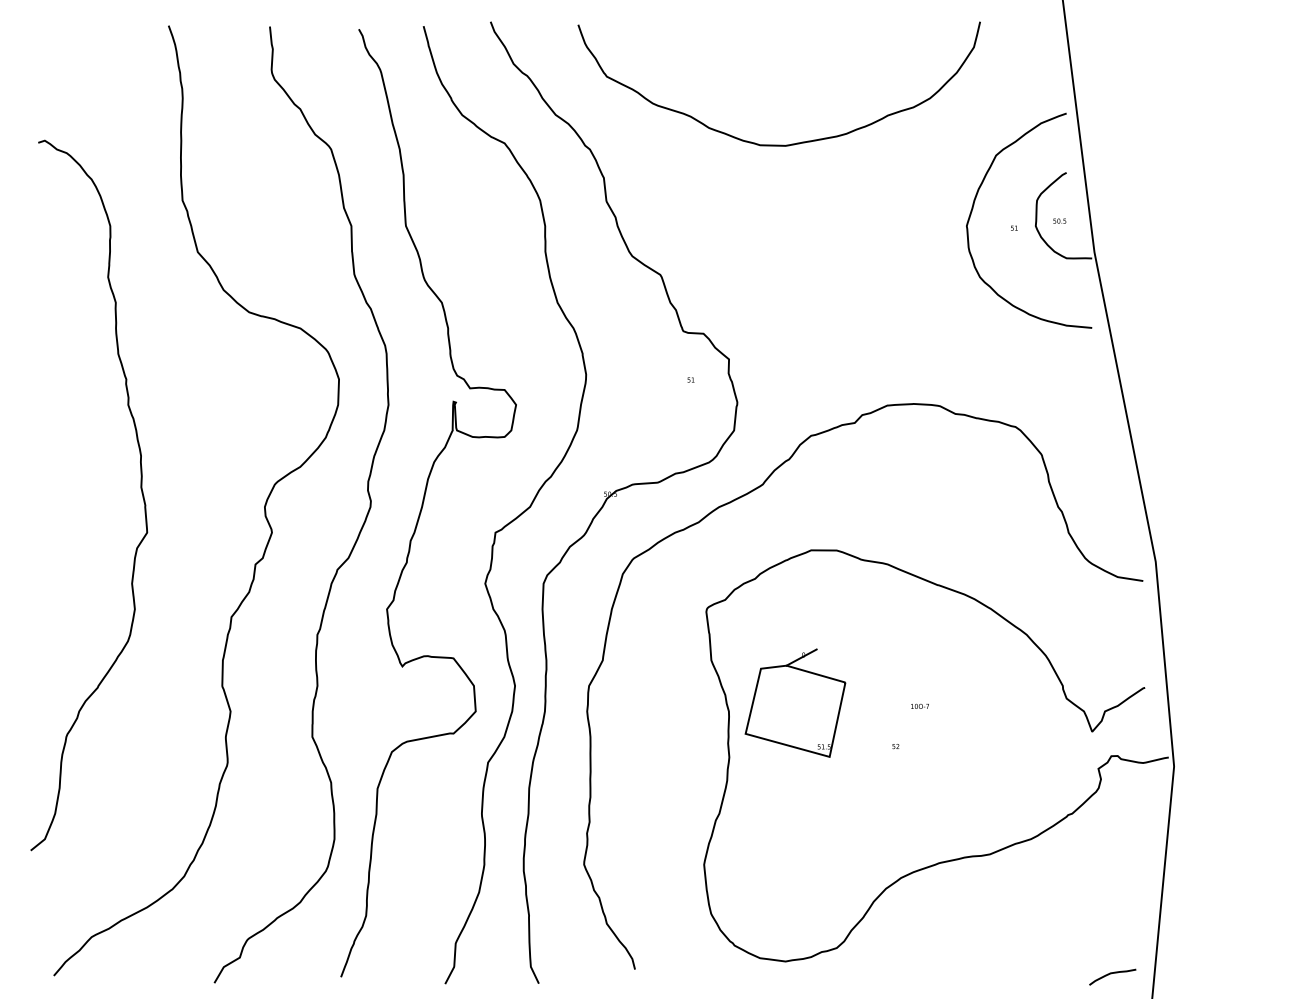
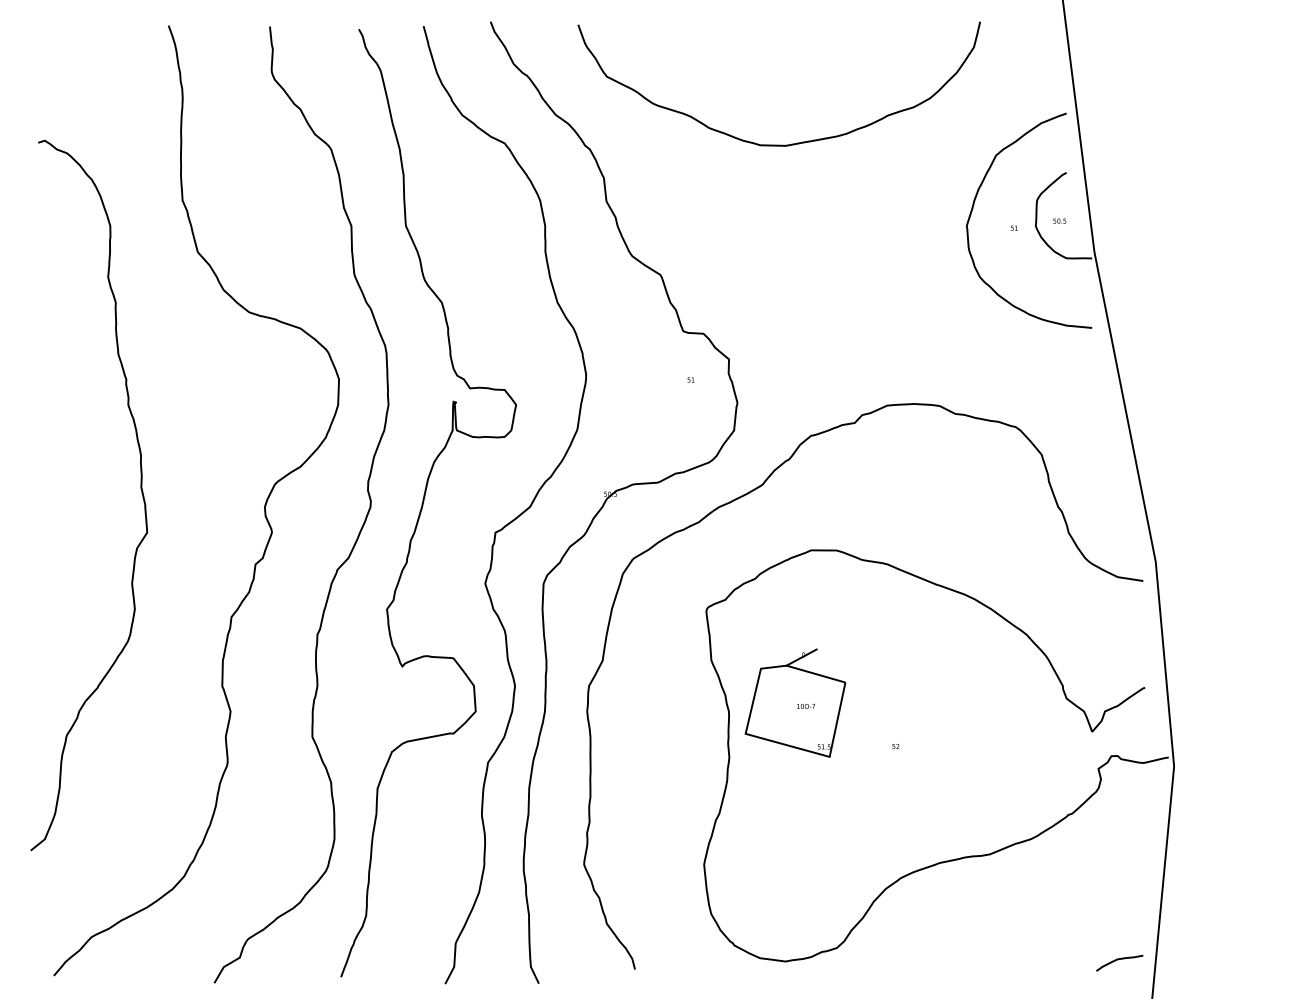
text at (919, 705) position: (919, 705) -> (805, 705)
curve at (1111, 974) position: (1111, 974) -> (1118, 960)
